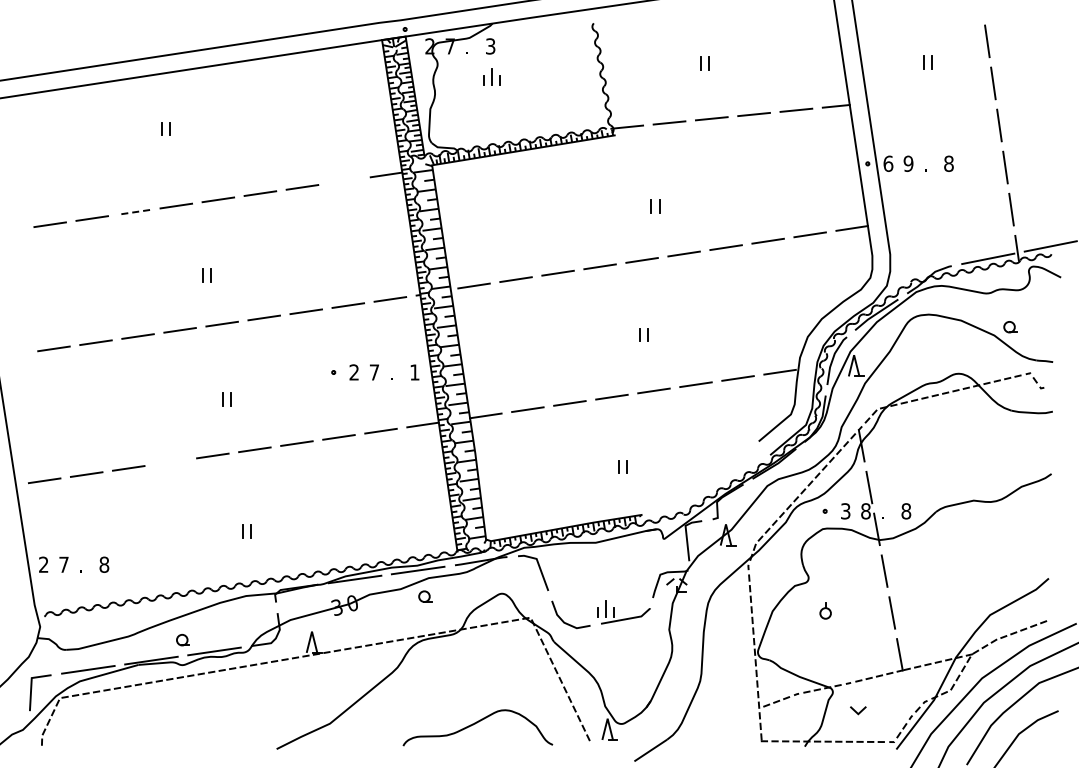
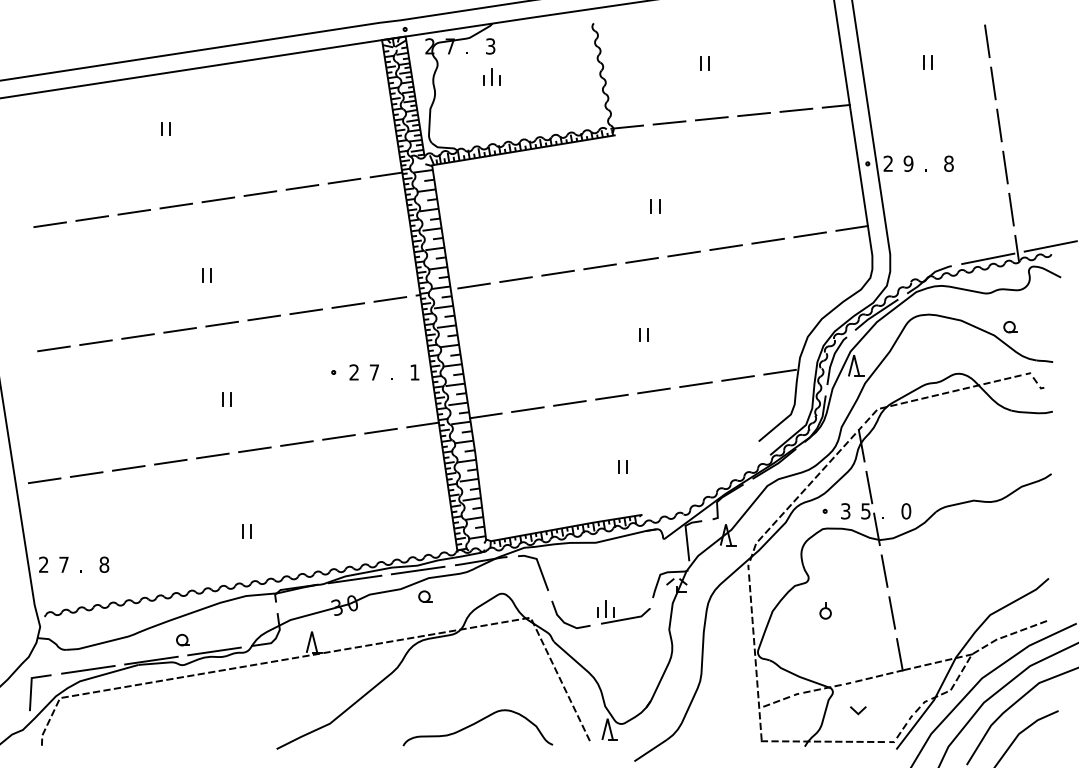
text at (888, 163): 6 -> 2
line at (344, 180): none -> present
line at (134, 212): dashed -> solid
line at (170, 461): none -> present
text at (865, 511): 8 -> 5
text at (906, 511): 8 -> 0
